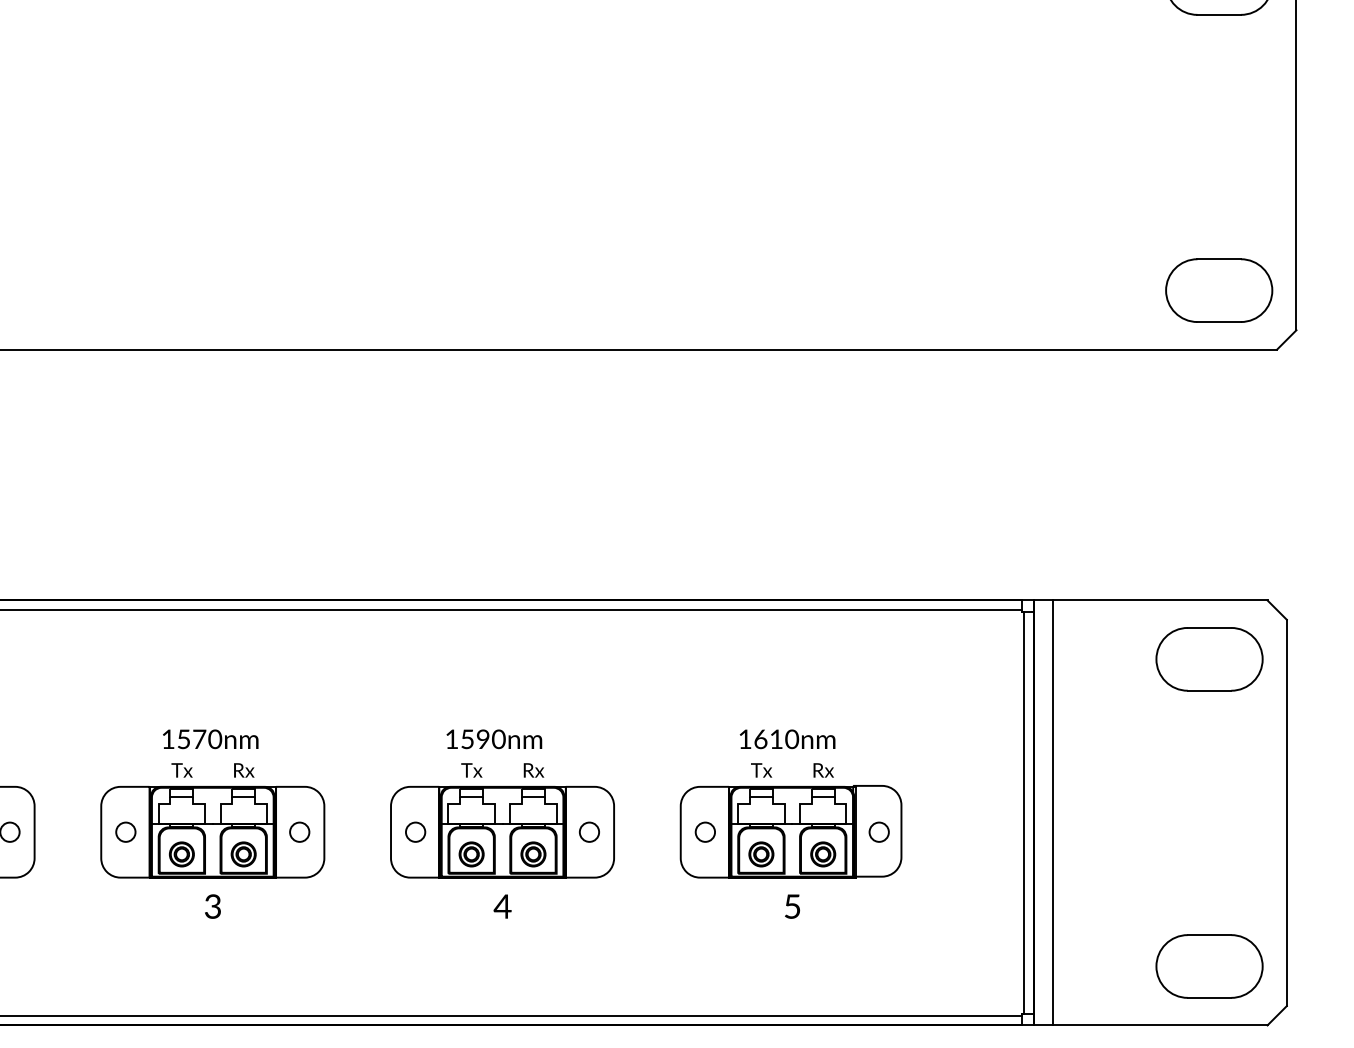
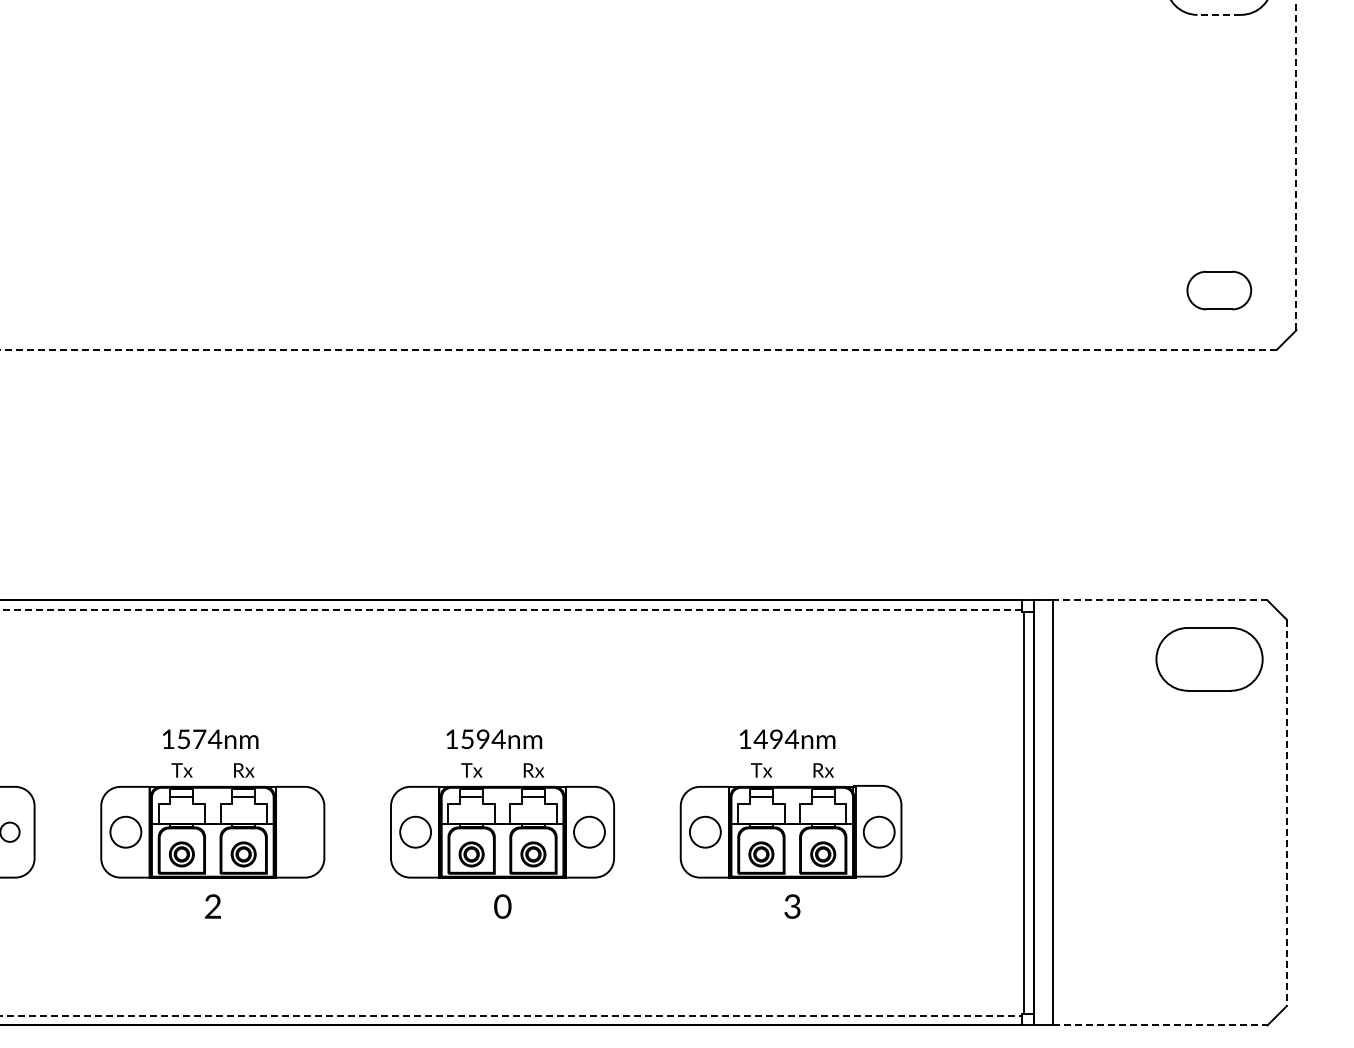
line at (1219, 14): solid -> dashed
line at (1296, 165): solid -> dashed
part at (1219, 290) size: 109x65 px -> 67x41 px
line at (639, 349): solid -> dashed
line at (1159, 600): solid -> dashed
line at (511, 610): solid -> dashed
text at (214, 739): 1570nm -> 1574nm
text at (498, 739): 1590nm -> 1594nm
text at (776, 739): 1610nm -> 1494nm
line at (1286, 813): solid -> dashed
circle at (125, 831) diameter: 19 px -> 31 px
circle at (299, 831): present -> none
circle at (415, 831) diameter: 19 px -> 31 px
circle at (589, 831) diameter: 19 px -> 31 px
circle at (705, 831) diameter: 19 px -> 31 px
circle at (878, 831) diameter: 19 px -> 31 px
text at (502, 906): 4 -> 0
text at (792, 906): 5 -> 3
text at (212, 908): 3 -> 2
part at (1209, 966): present -> none
line at (511, 1015): solid -> dashed
line at (1160, 1025): solid -> dashed
